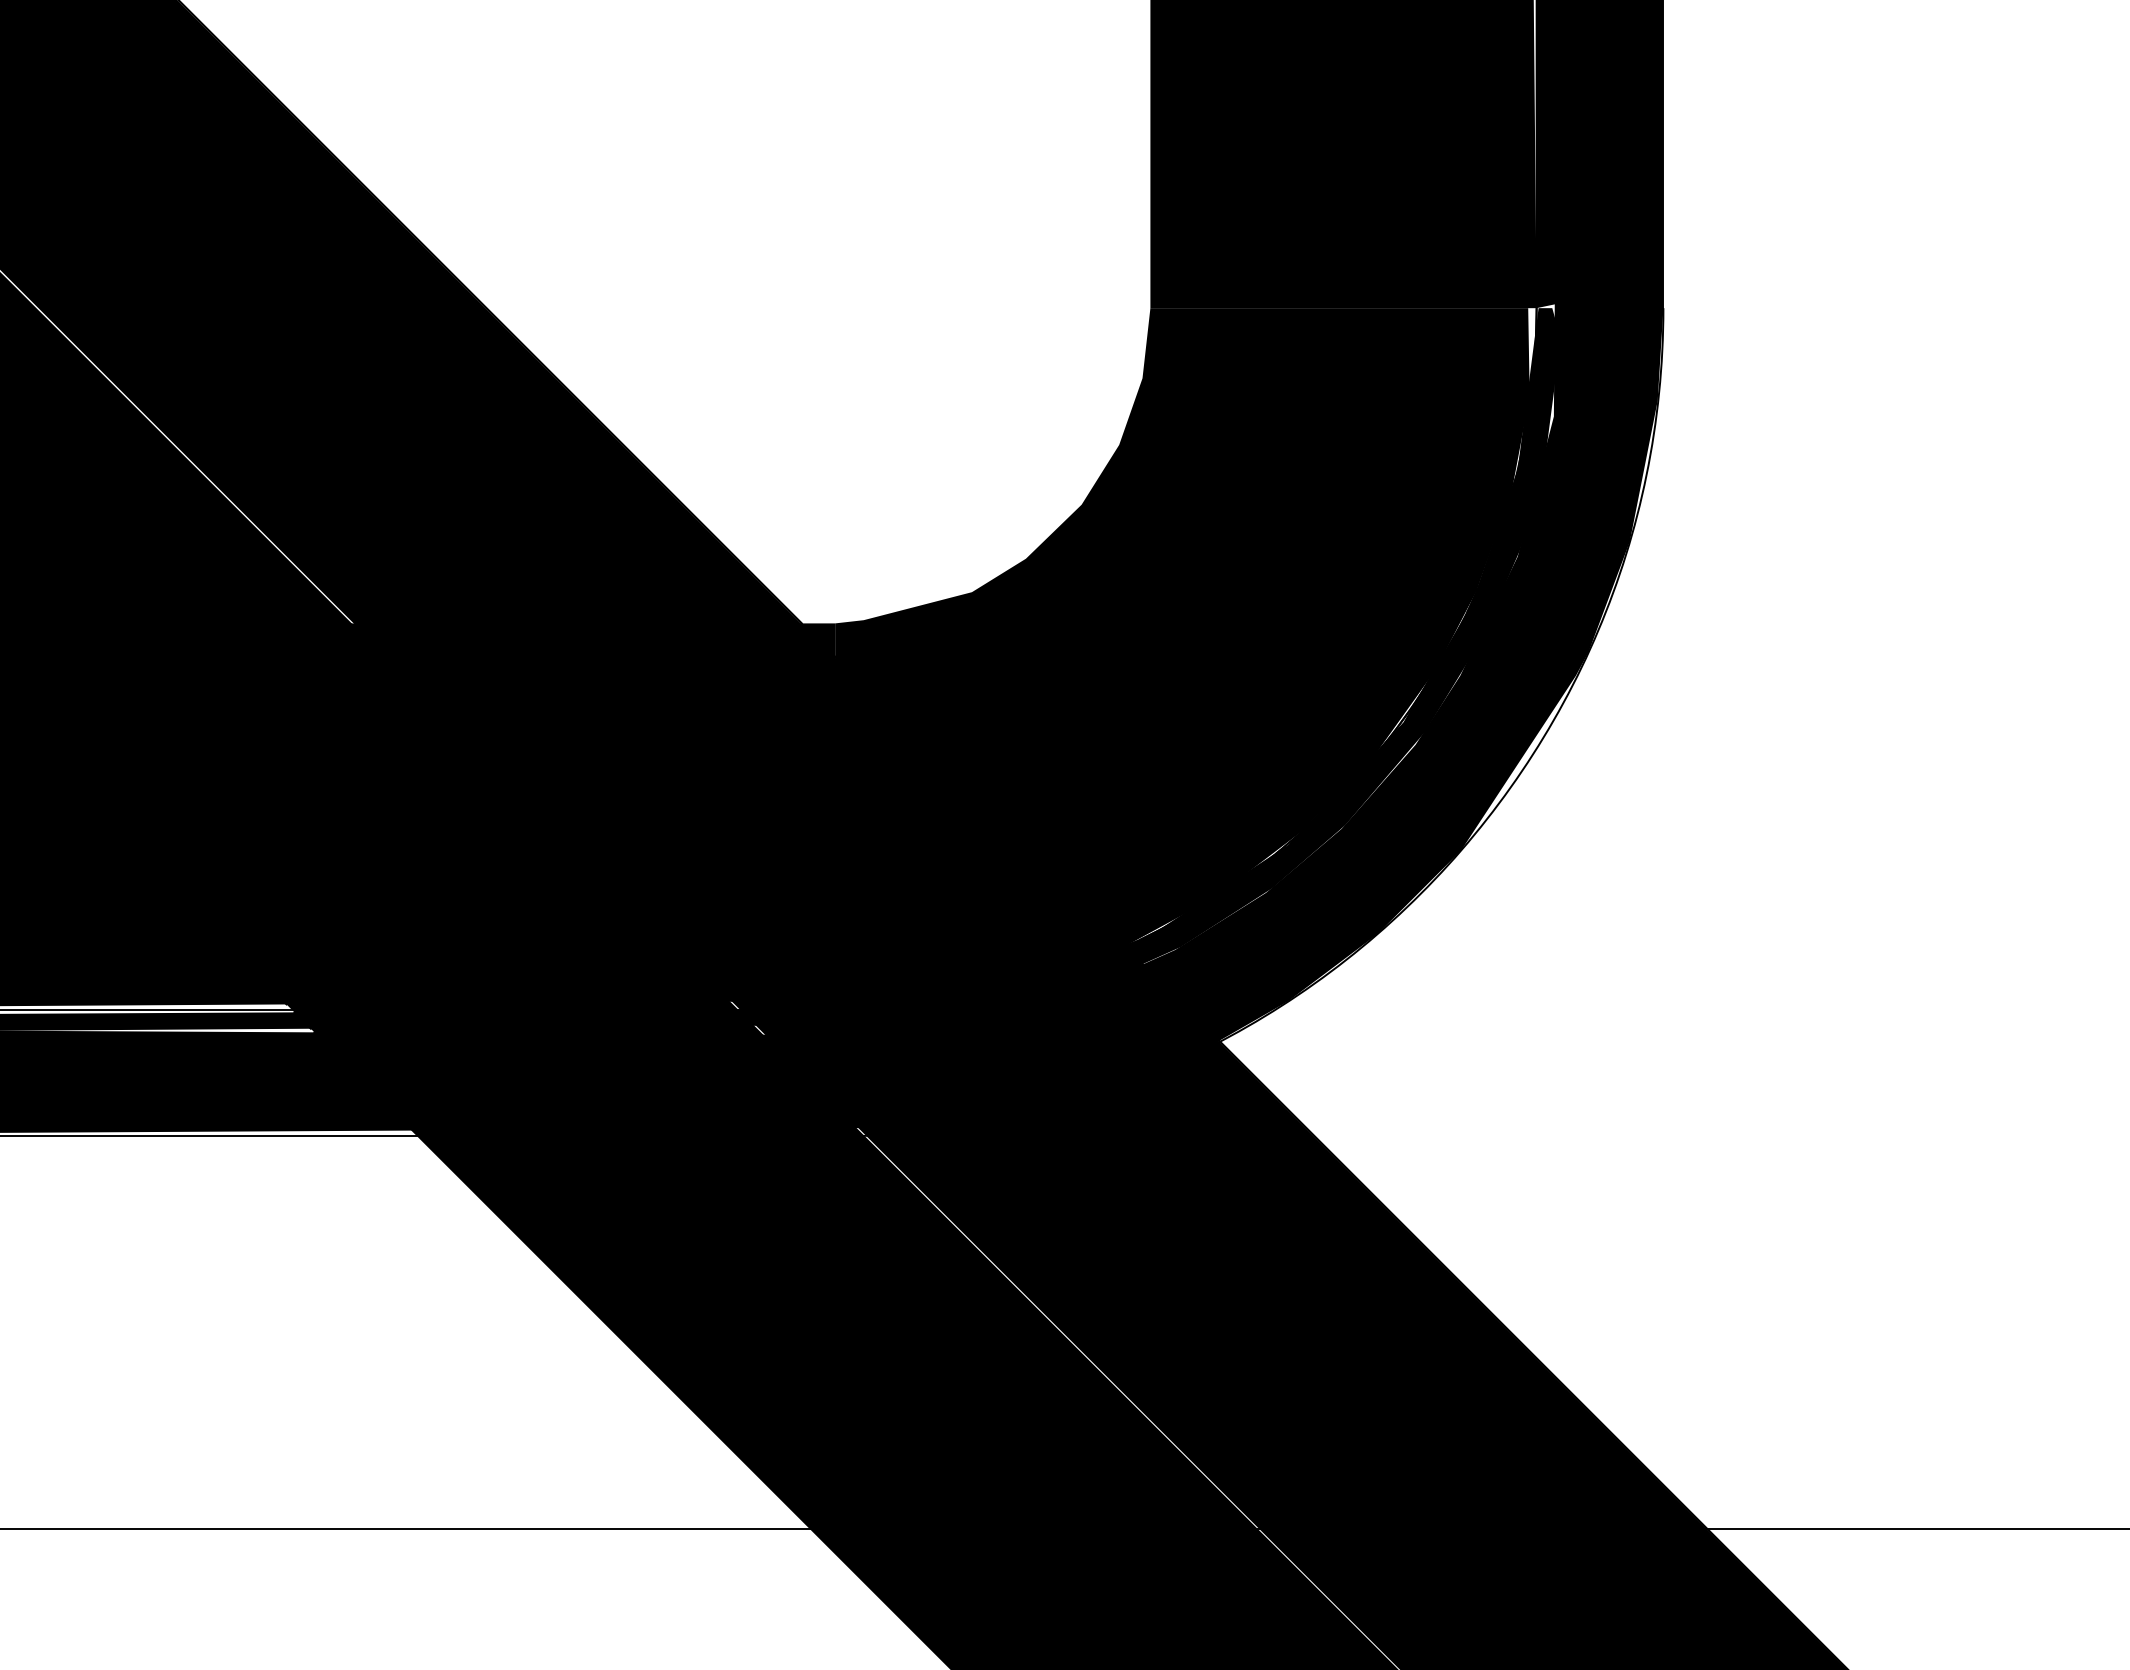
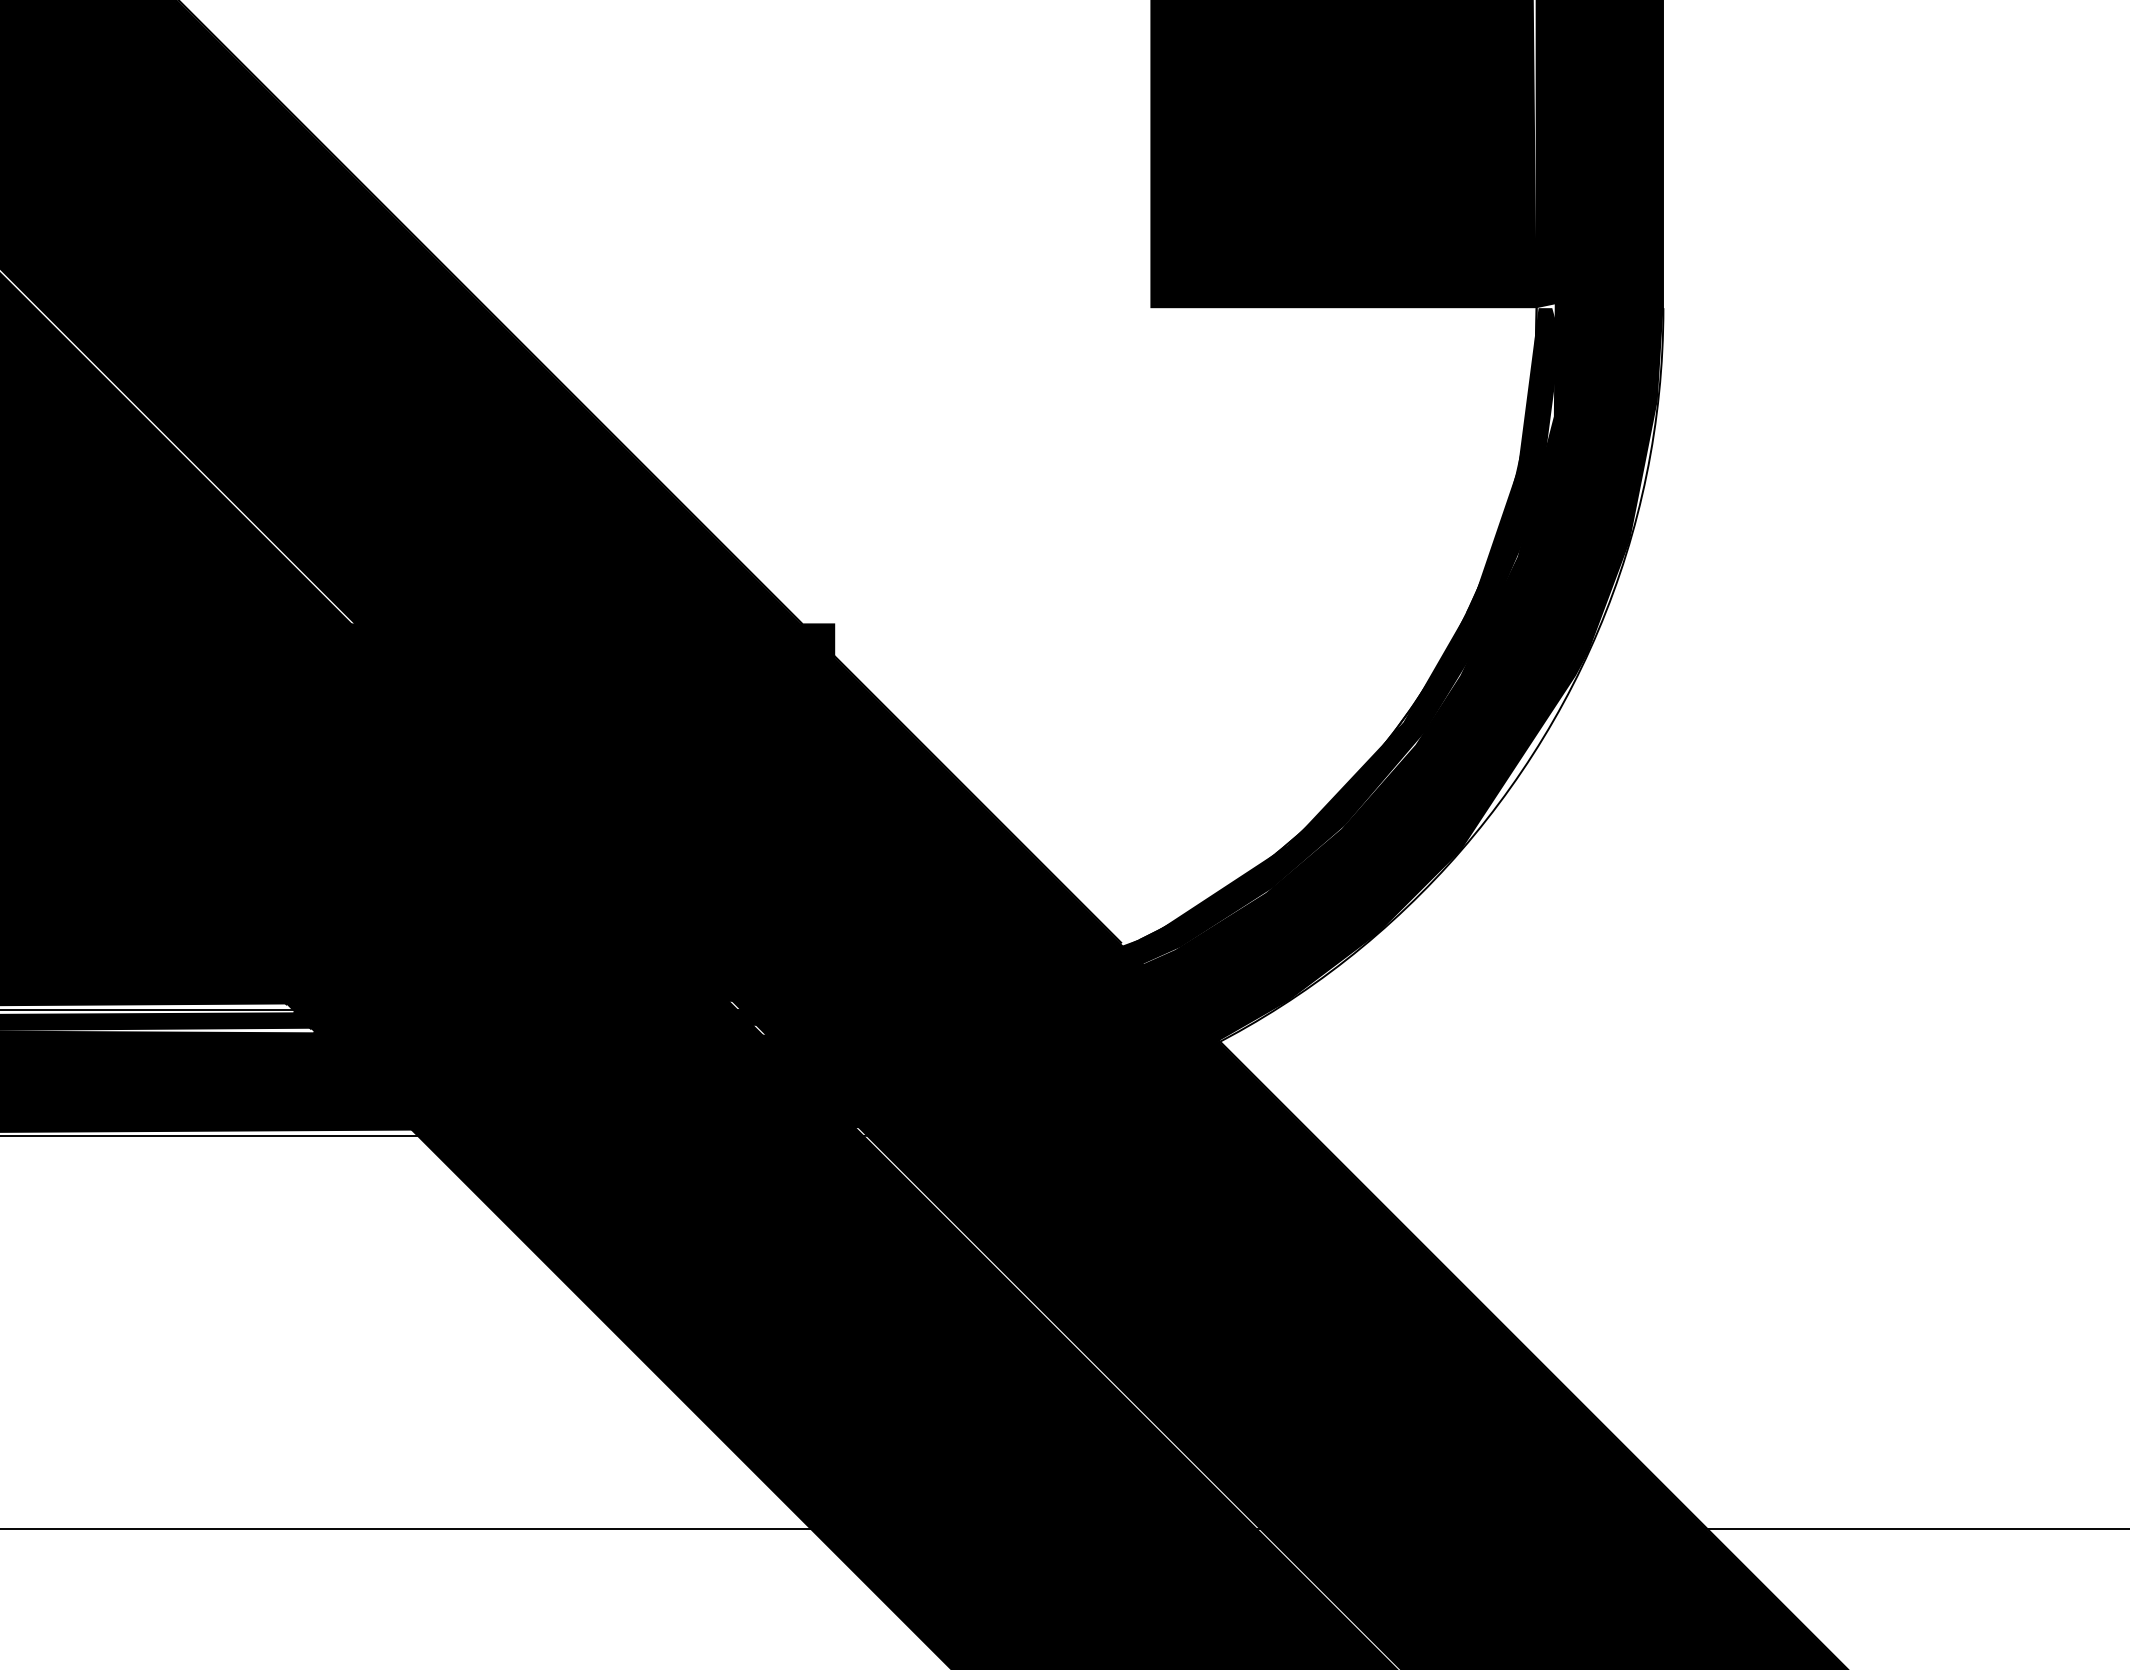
fill at (1182, 657): present -> none
